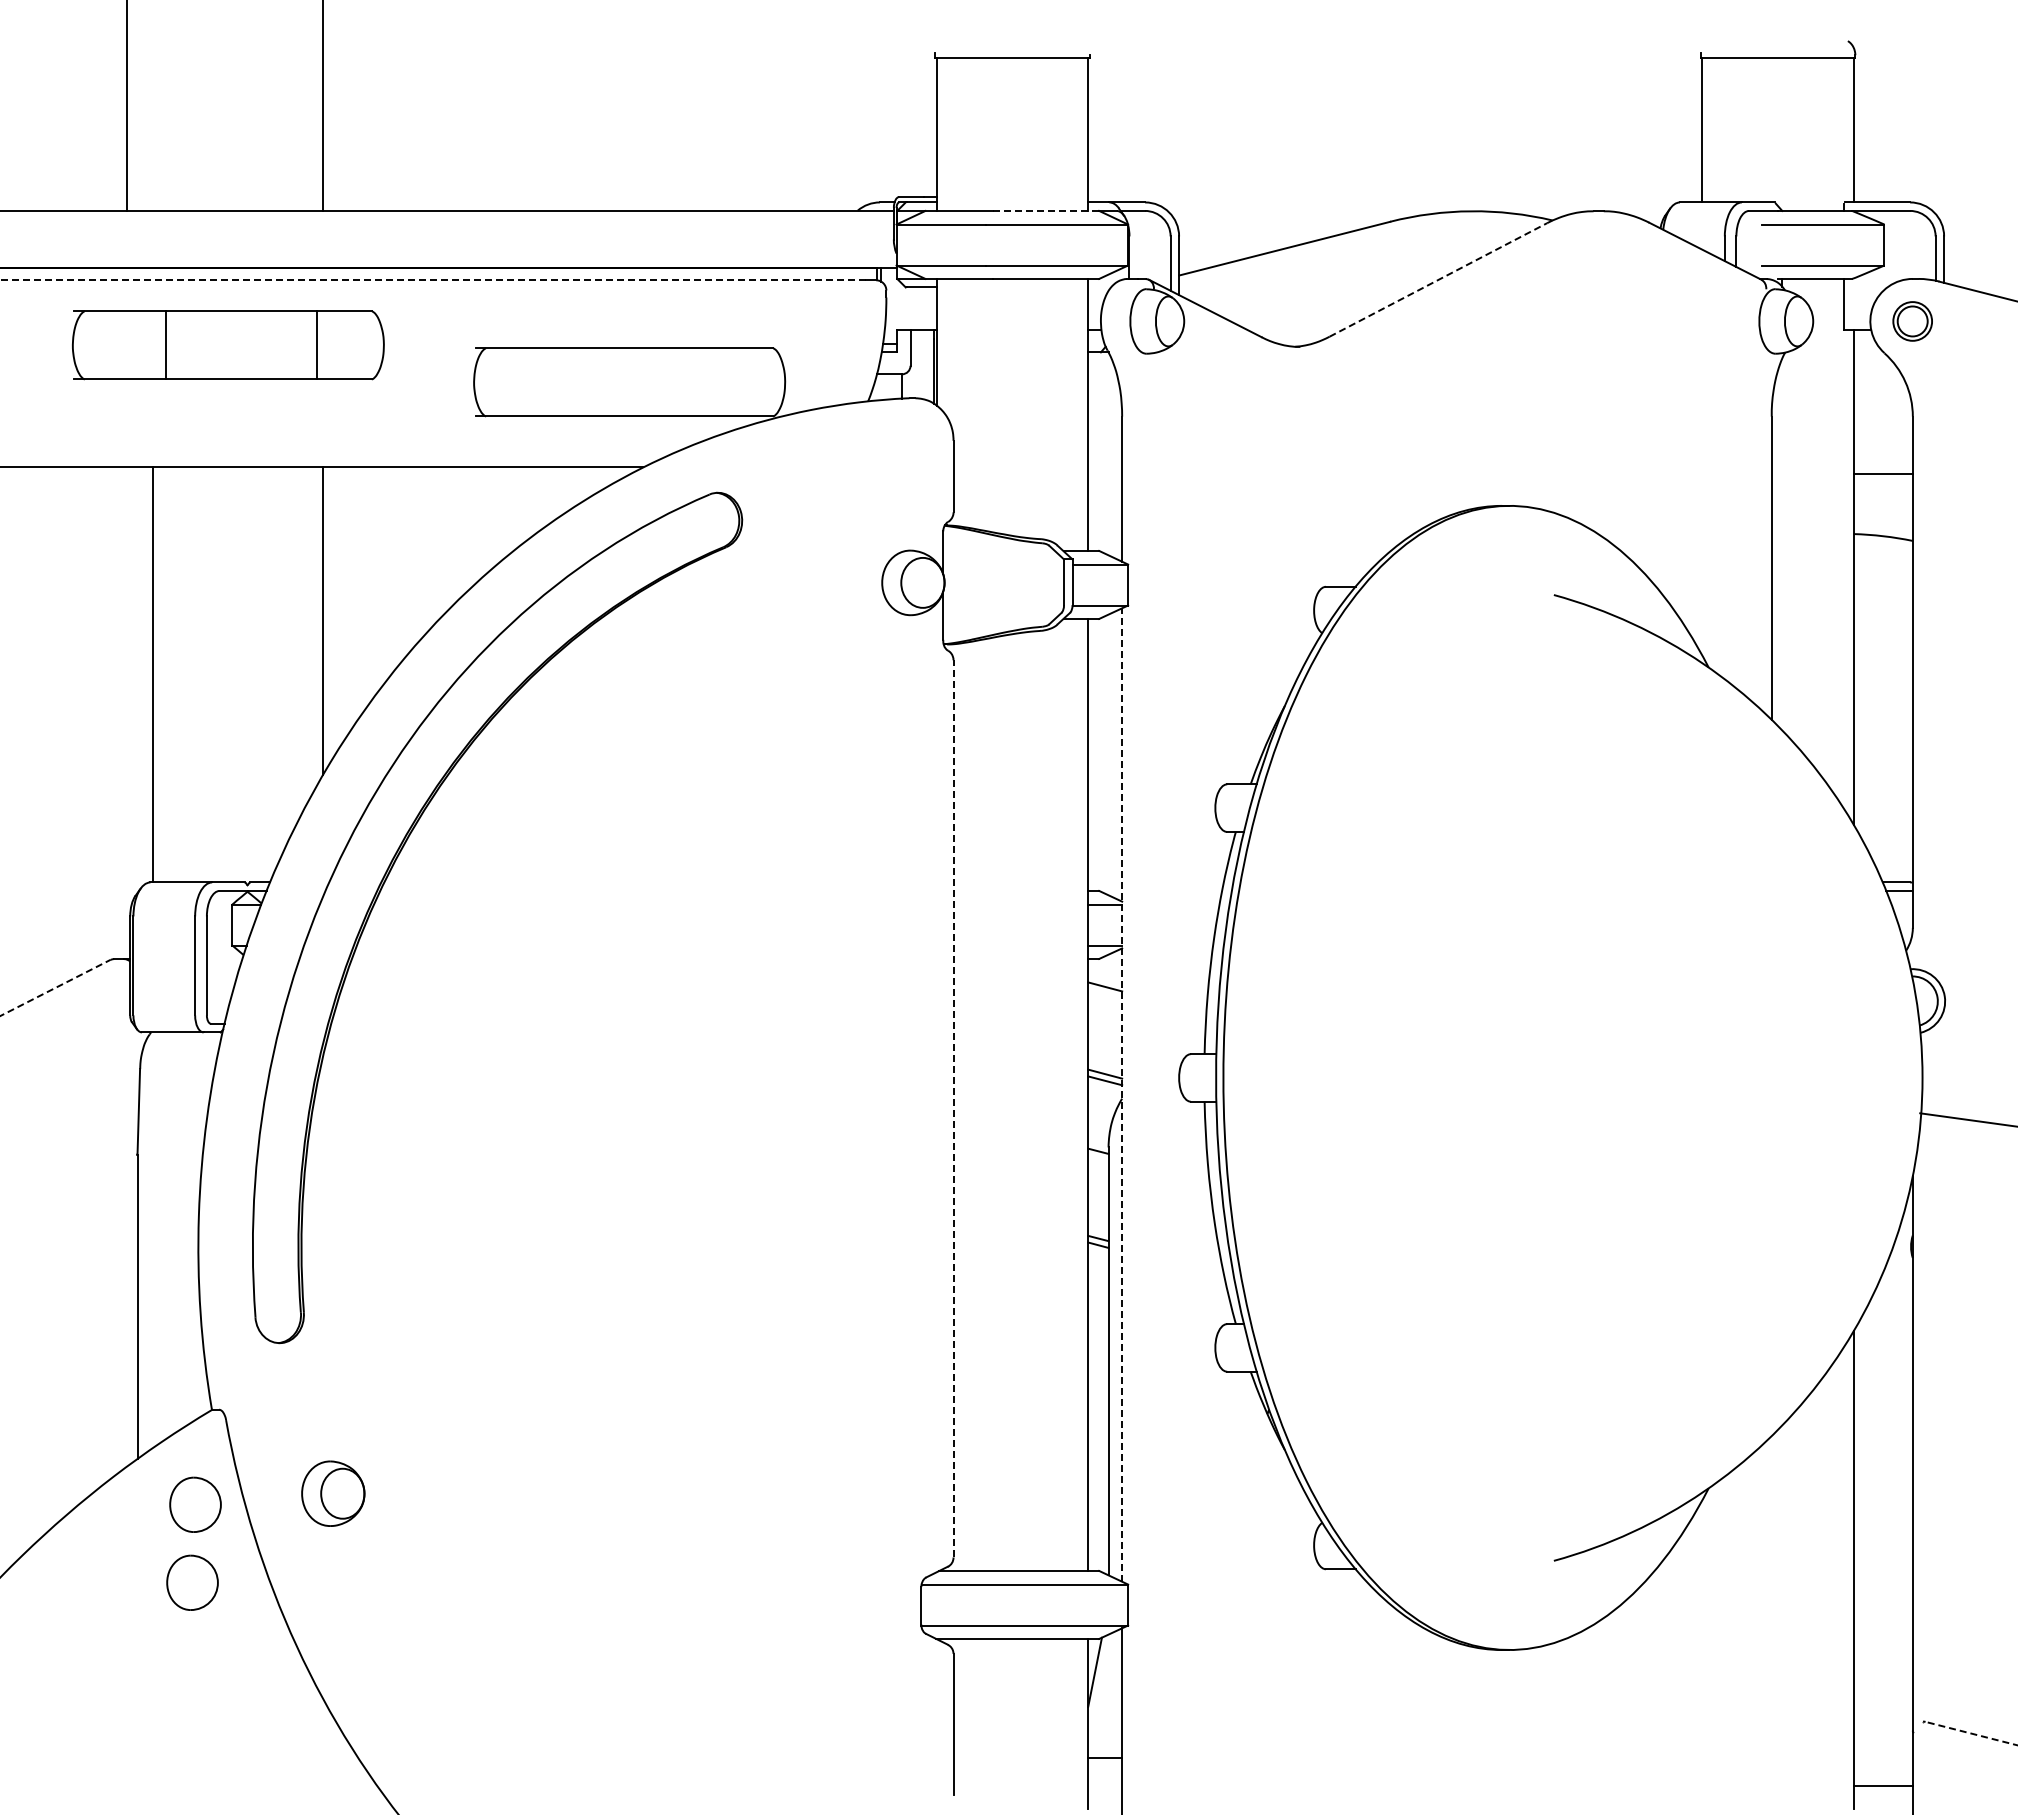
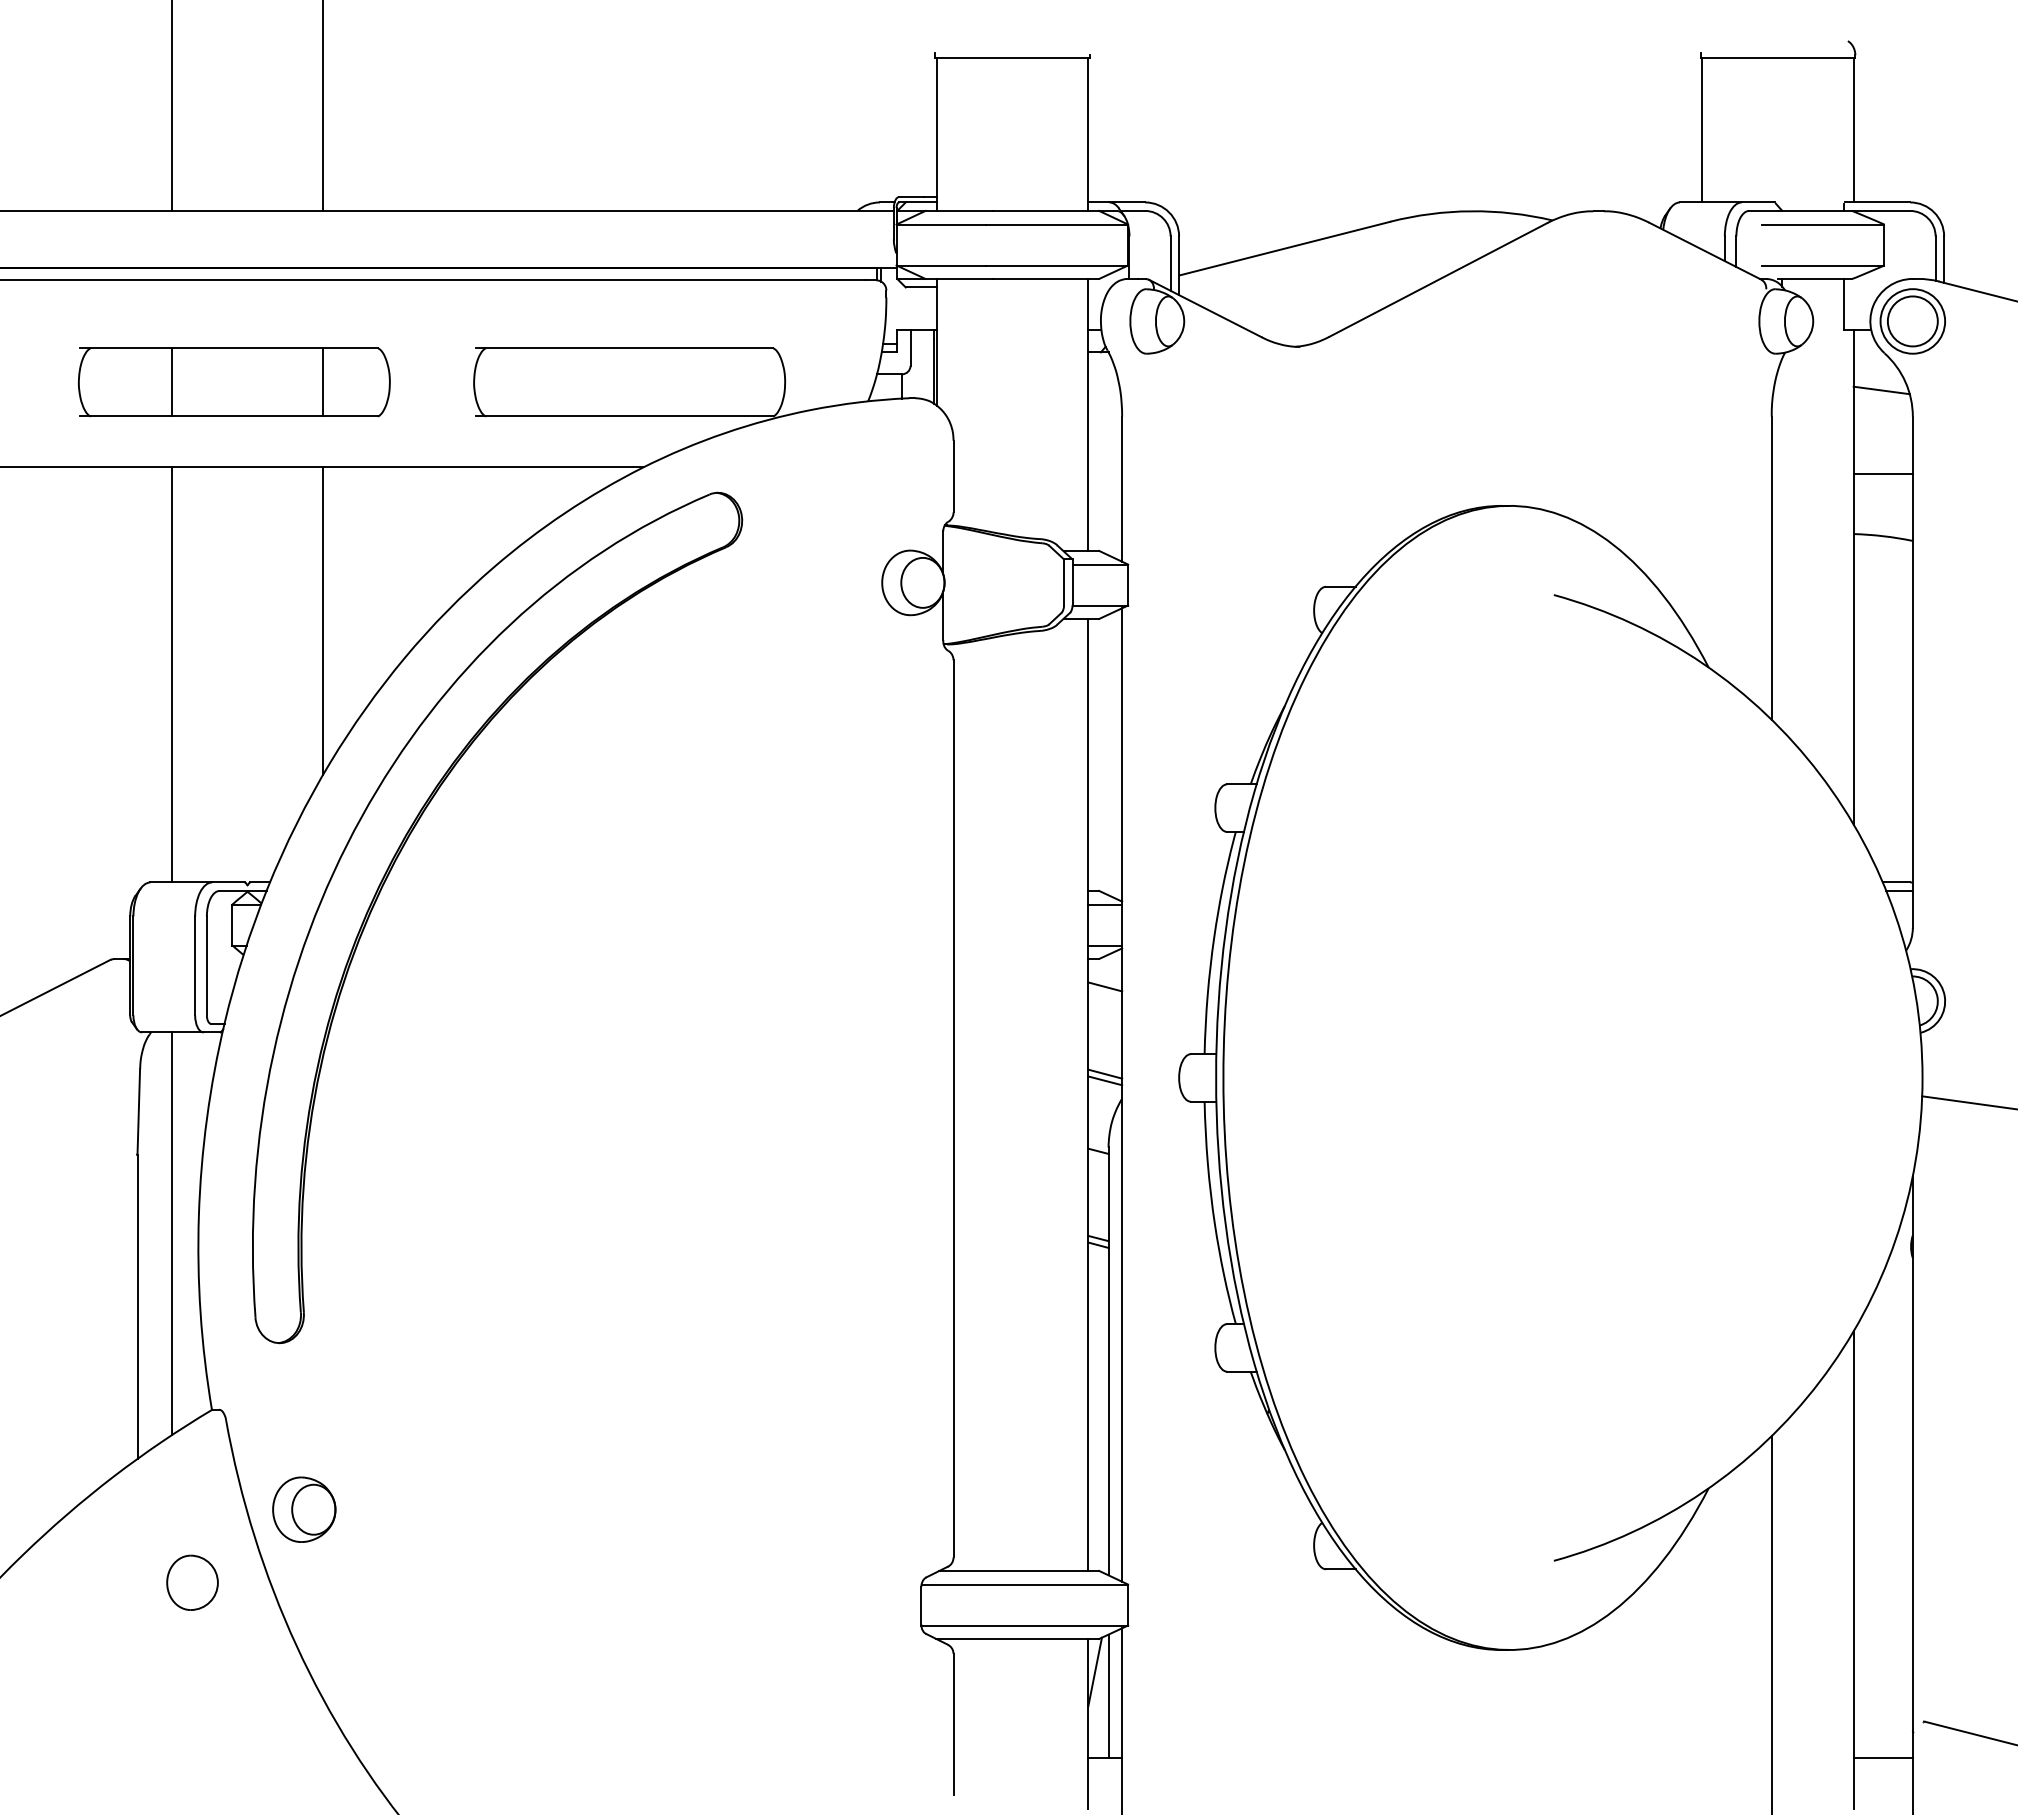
line at (126, 106) position: (126, 106) -> (171, 106)
line at (1045, 210): dashed -> solid
line at (1438, 279): dashed -> solid
line at (433, 280): dashed -> solid
part at (1912, 321) size: 41x41 px -> 67x67 px
part at (228, 345) position: (228, 345) -> (234, 382)
line at (1881, 390): none -> present
line at (152, 674) position: (152, 674) -> (171, 674)
line at (55, 987): dashed -> solid
line at (1122, 1095): dashed -> solid
line at (953, 1108): dashed -> solid
line at (1967, 1119) position: (1967, 1119) -> (1968, 1102)
line at (171, 1233): none -> present
part at (333, 1493) position: (333, 1493) -> (304, 1509)
part at (195, 1504): present -> none
line at (1771, 1623): none -> present
line at (1108, 1695): none -> present
line at (1971, 1733): dashed -> solid
line at (1882, 1785) position: (1882, 1785) -> (1882, 1757)
